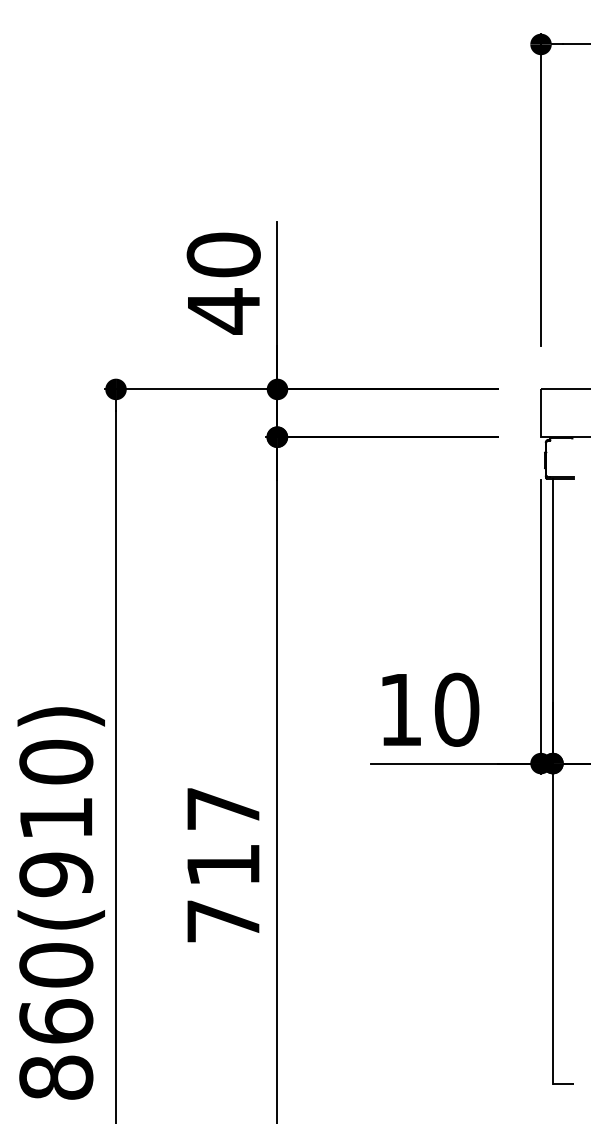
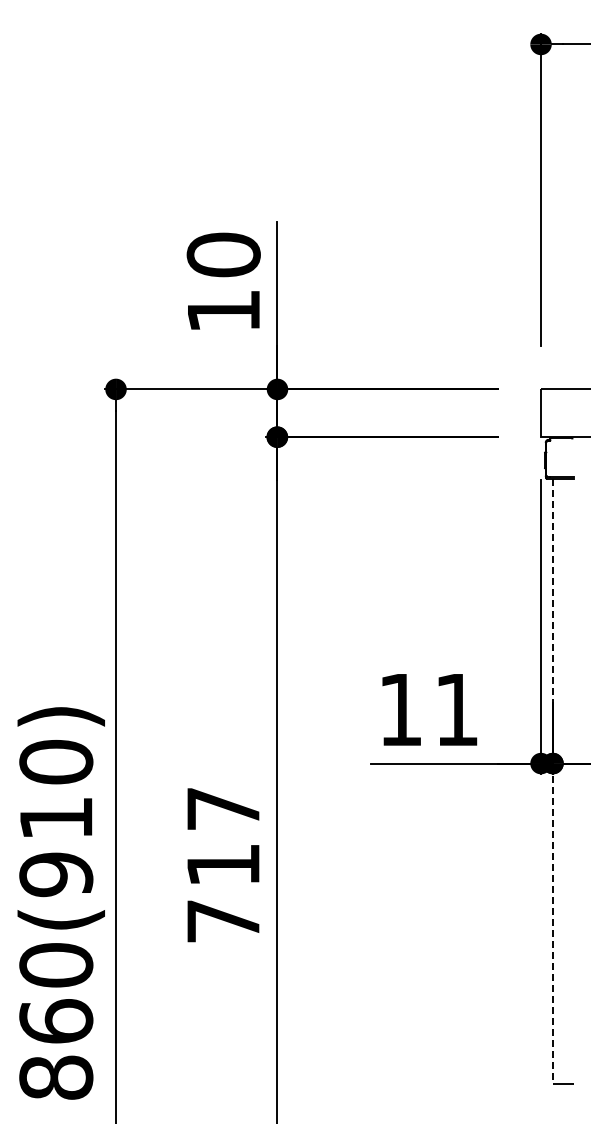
text at (223, 311): 40 -> 10
text at (456, 709): 10 -> 11
line at (552, 781): solid -> dashed
